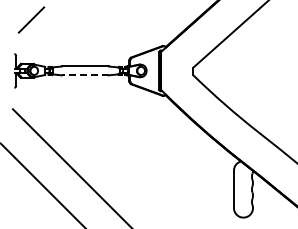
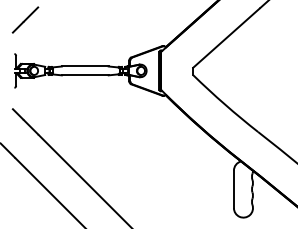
line at (31, 19) position: (31, 19) -> (25, 19)
line at (84, 75): dashed -> solid
